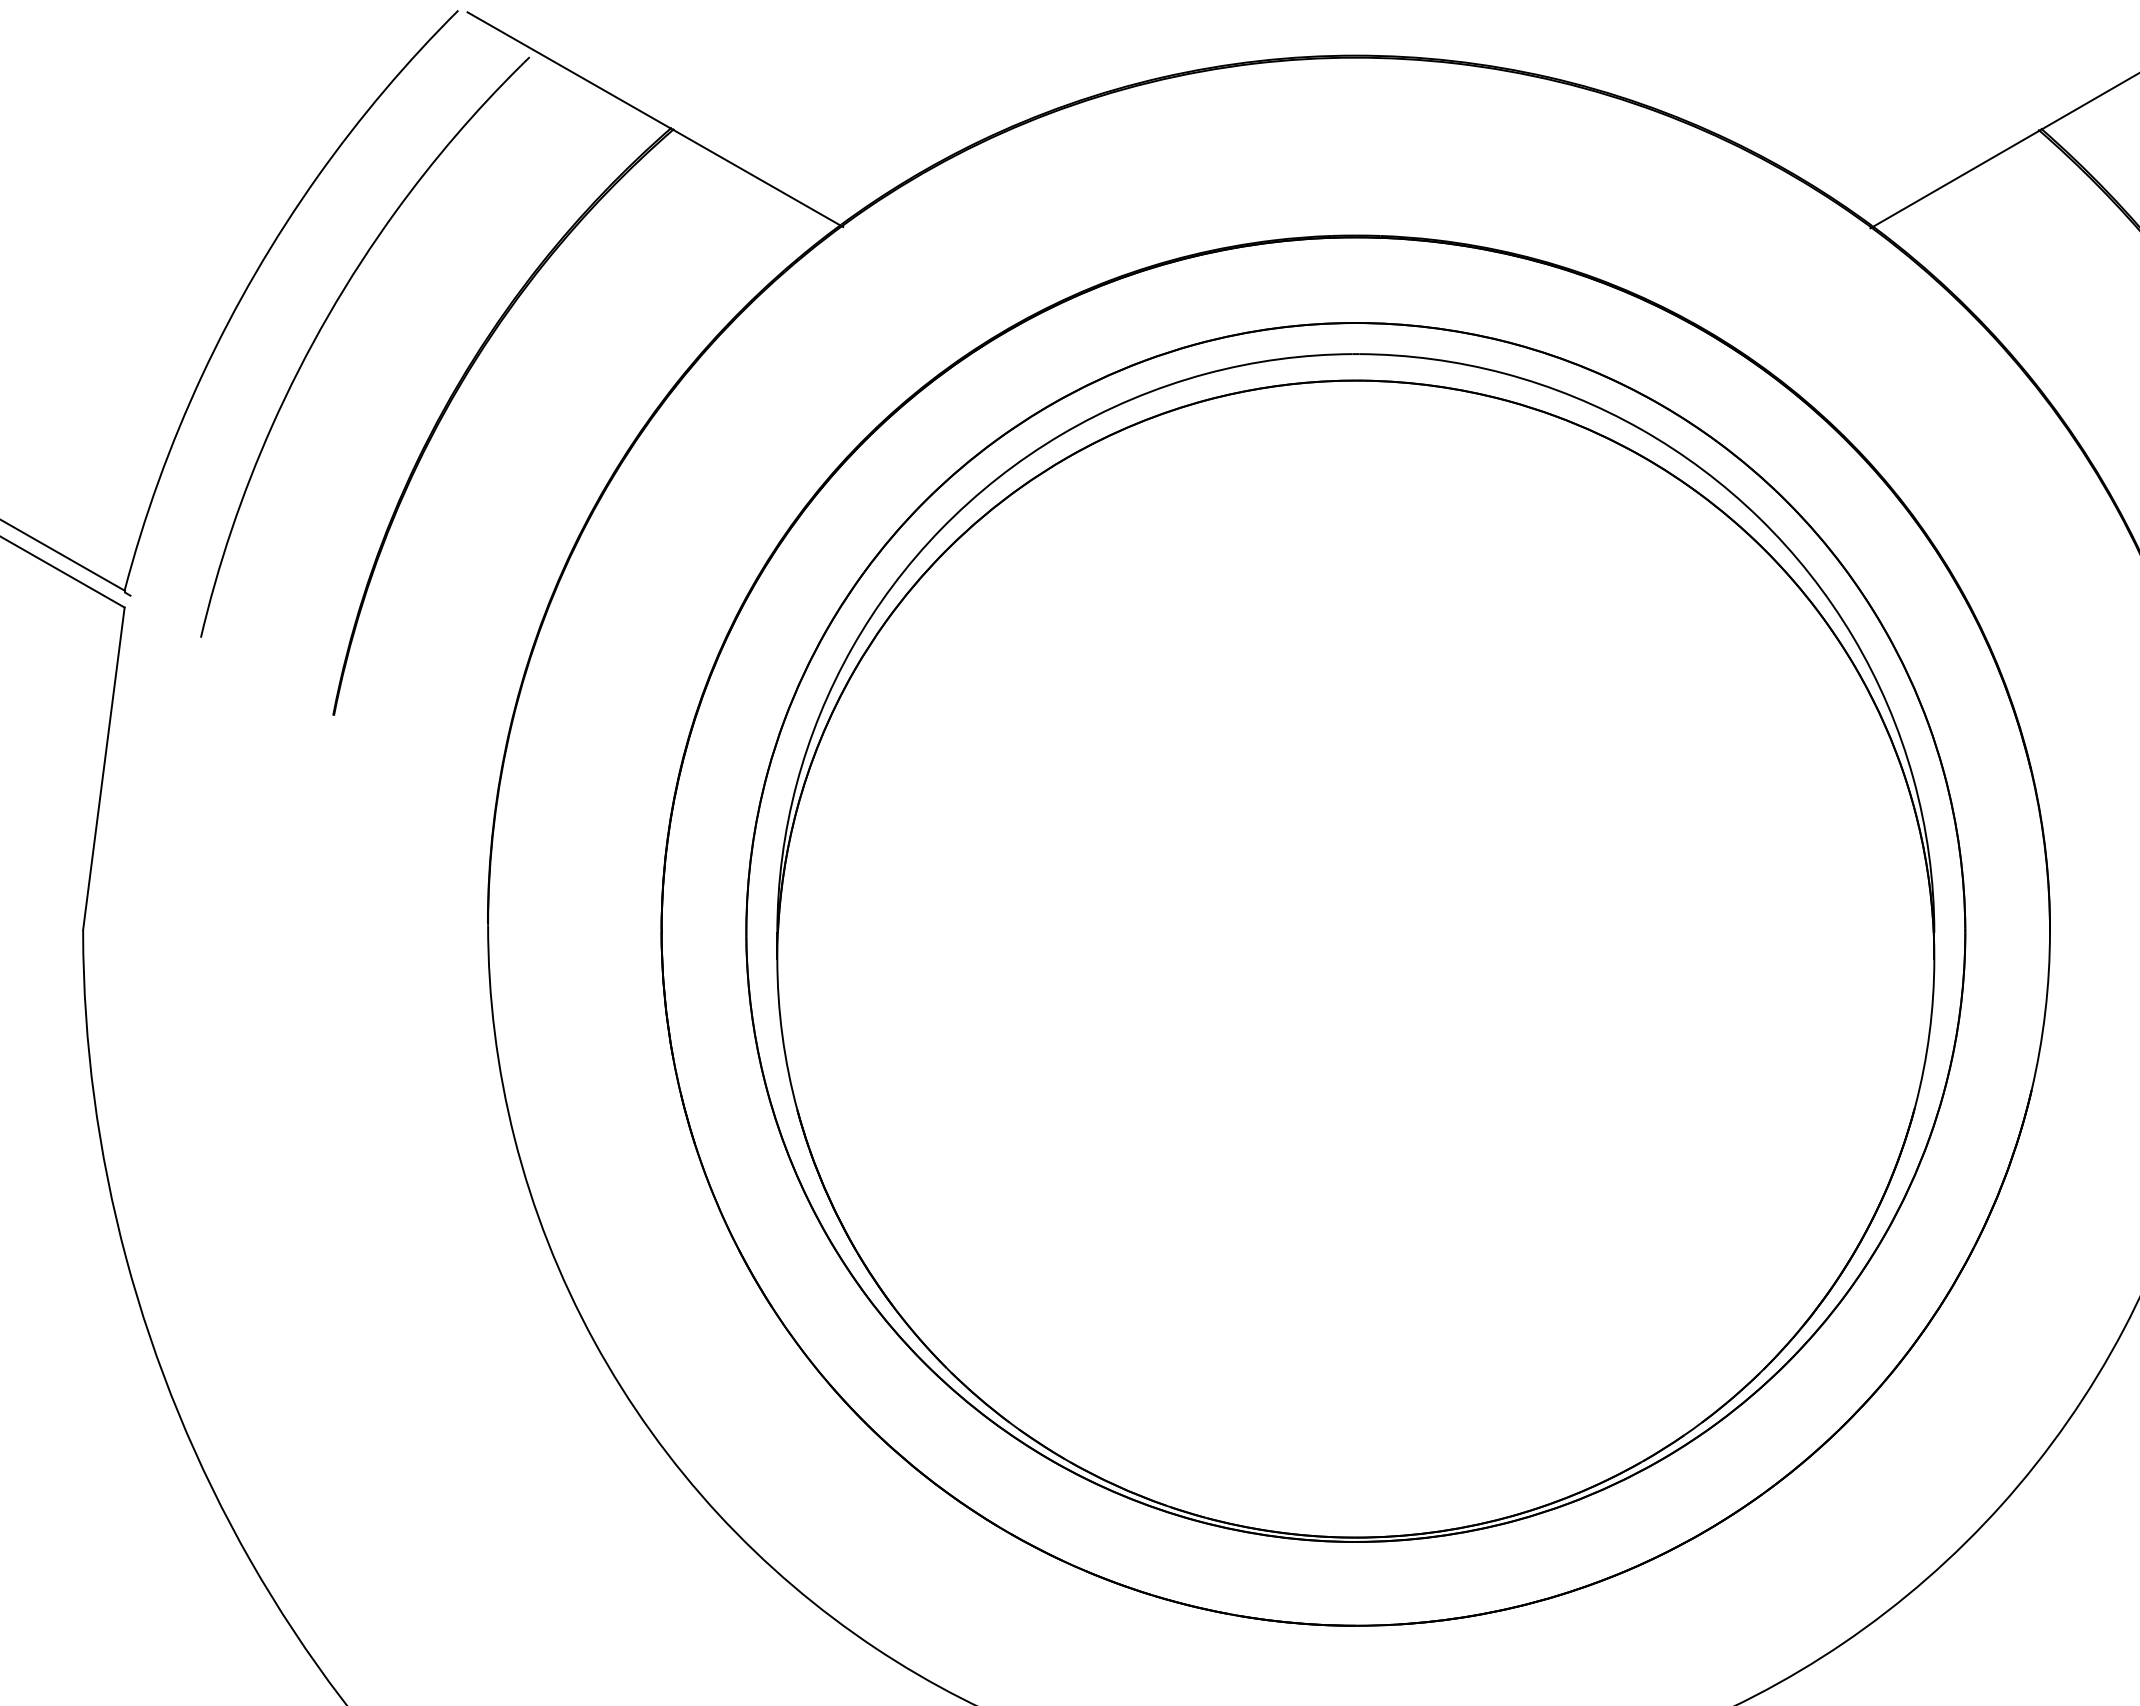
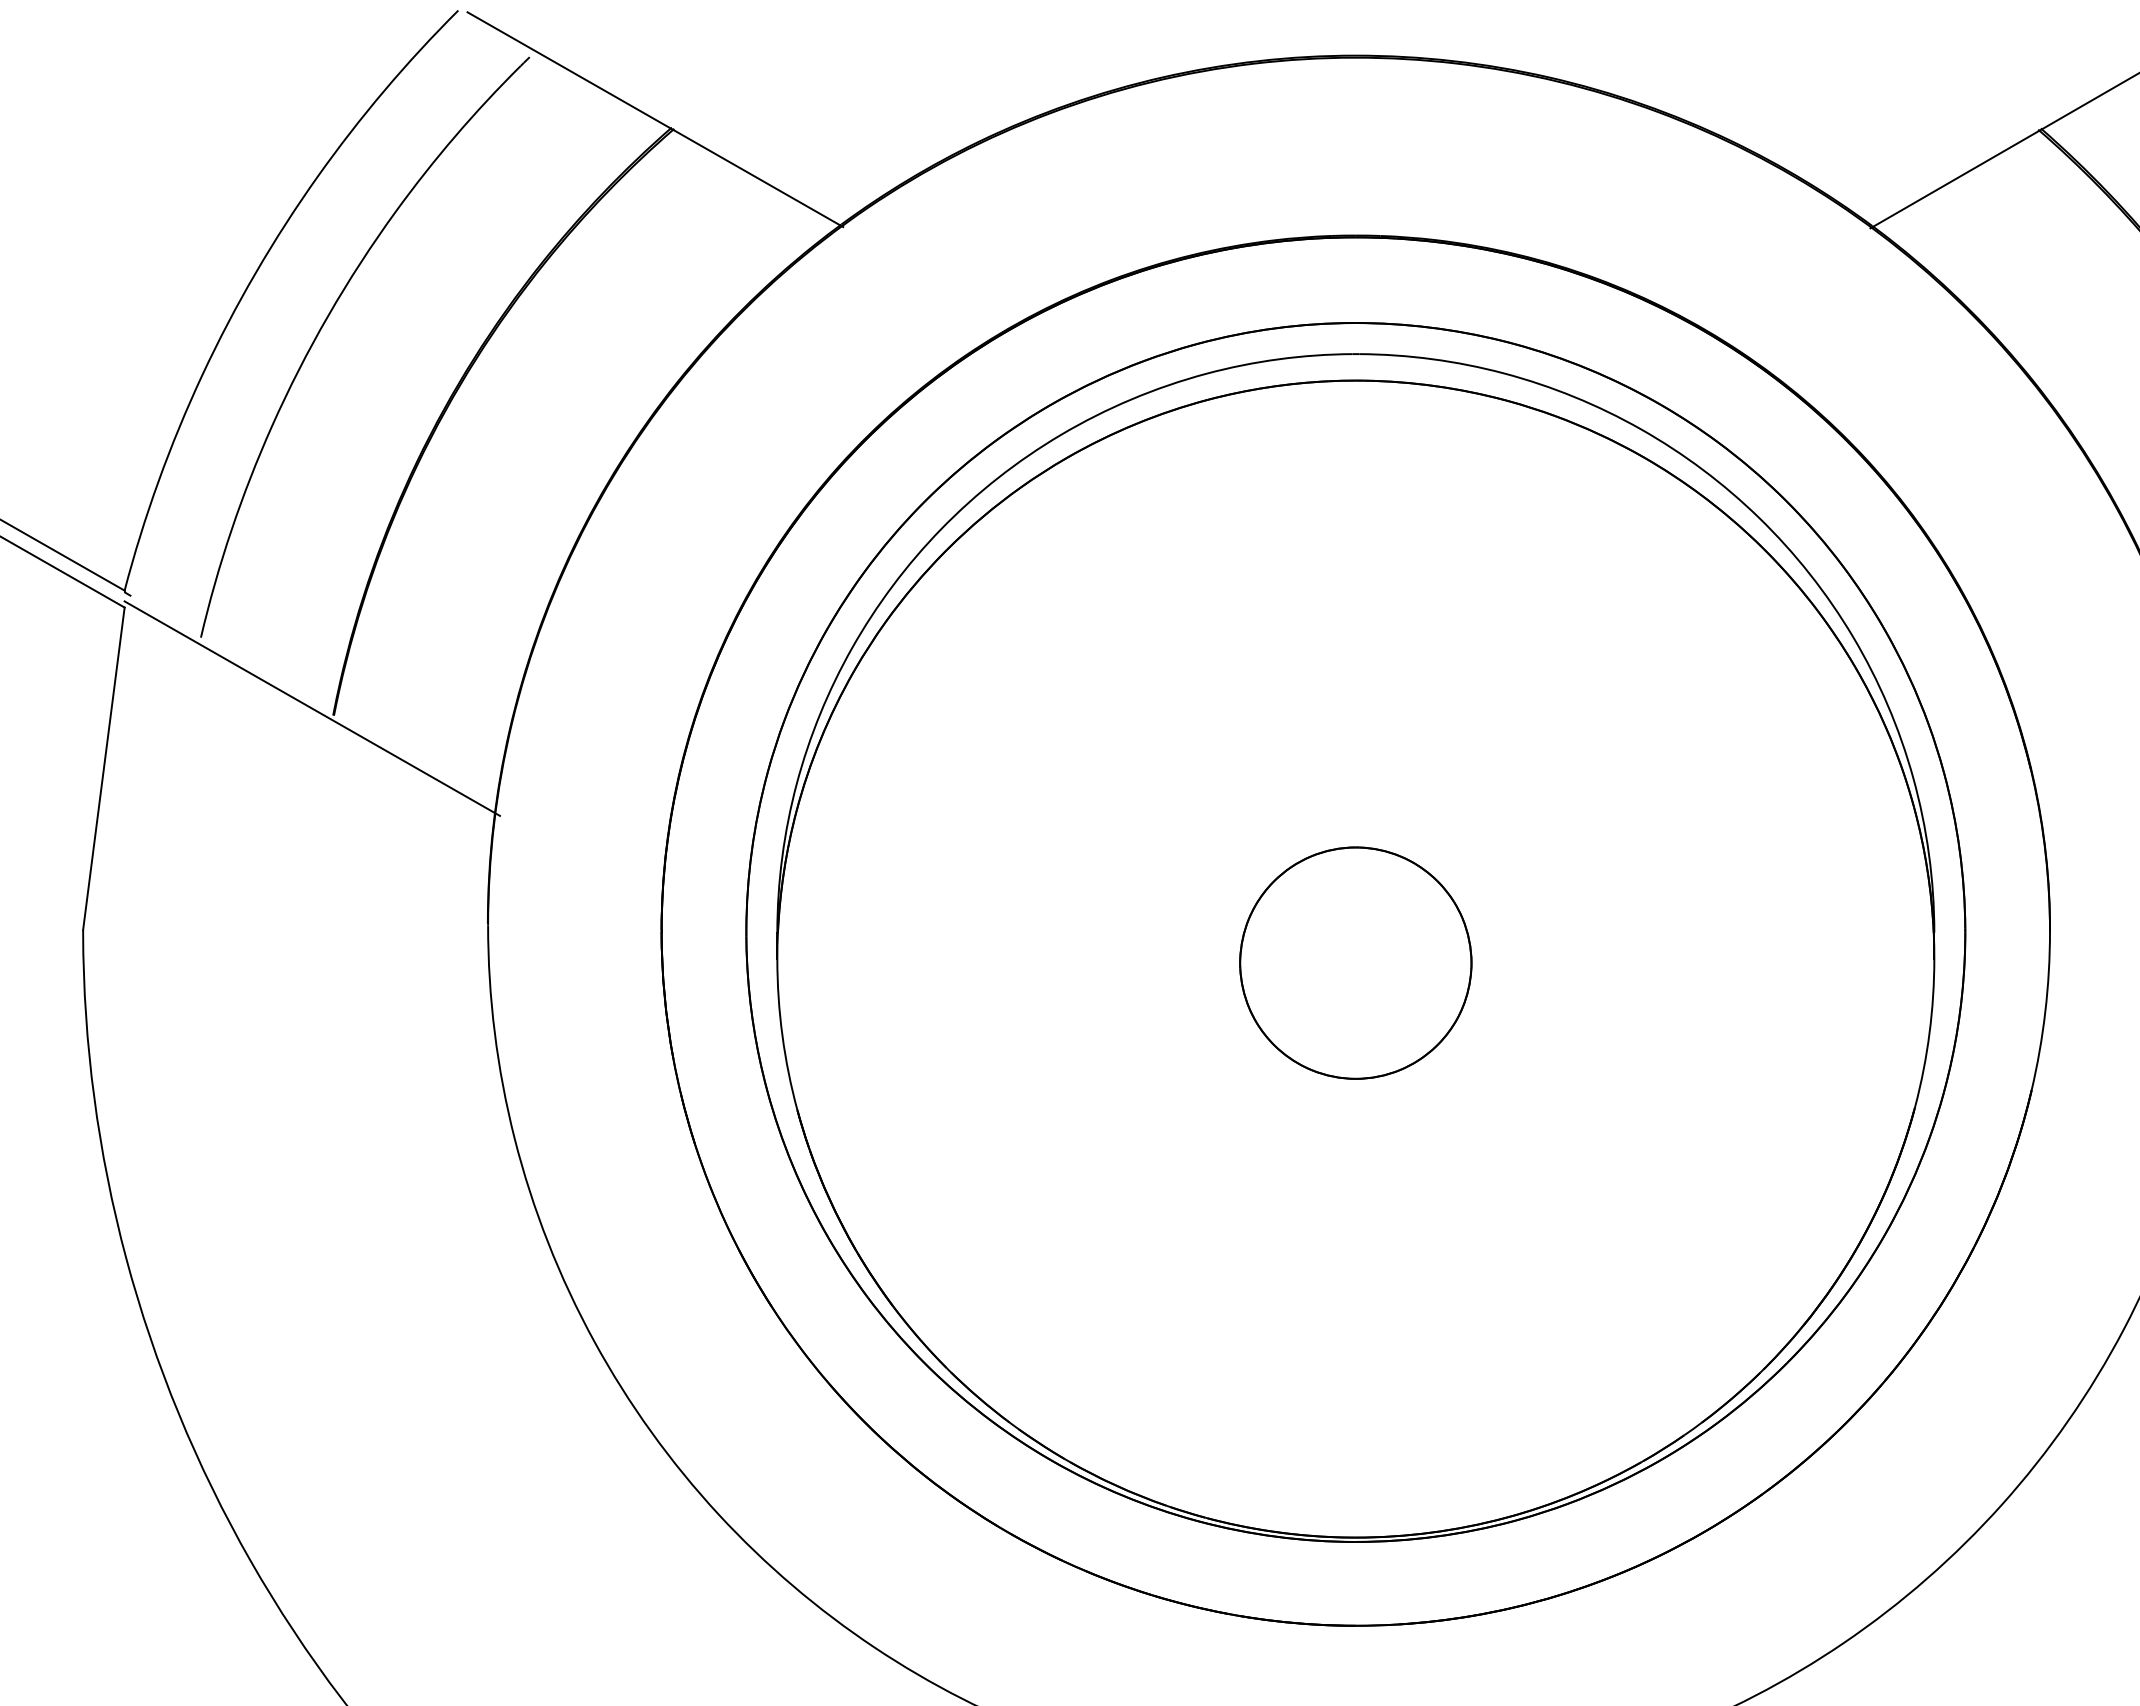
line at (311, 708): none -> present
part at (1355, 962): none -> present
